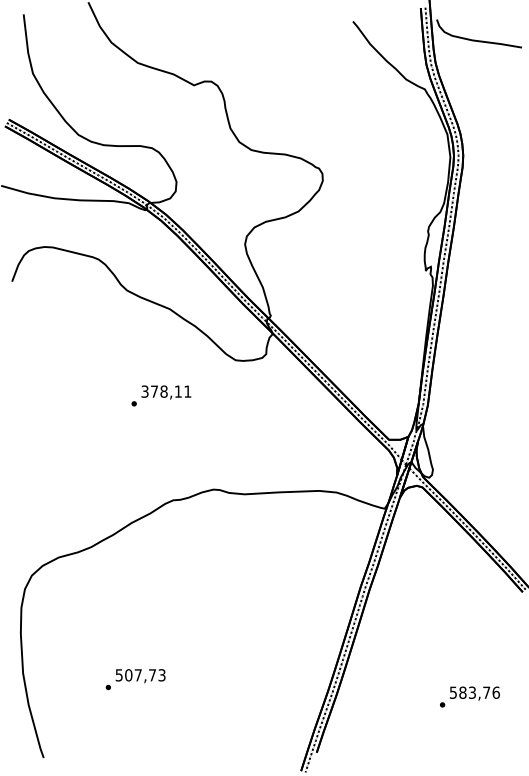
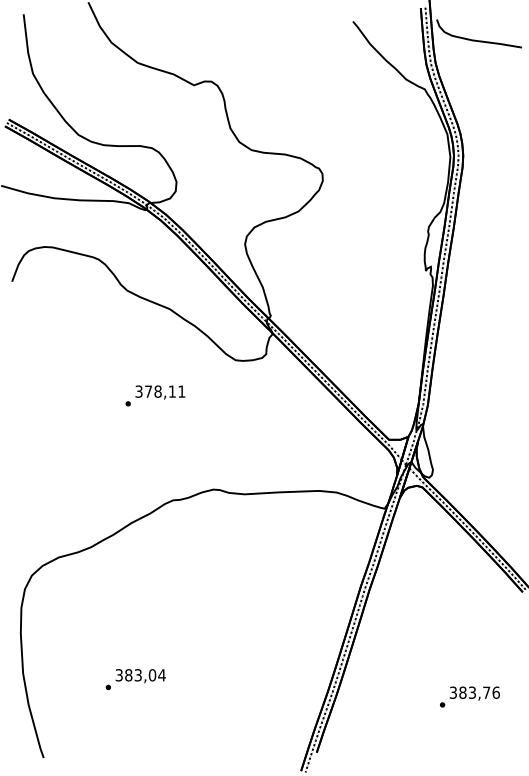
text at (161, 395) position: (161, 395) -> (155, 395)
text at (140, 675): 507,73 -> 383,04
text at (453, 692): 583,76 -> 383,76
